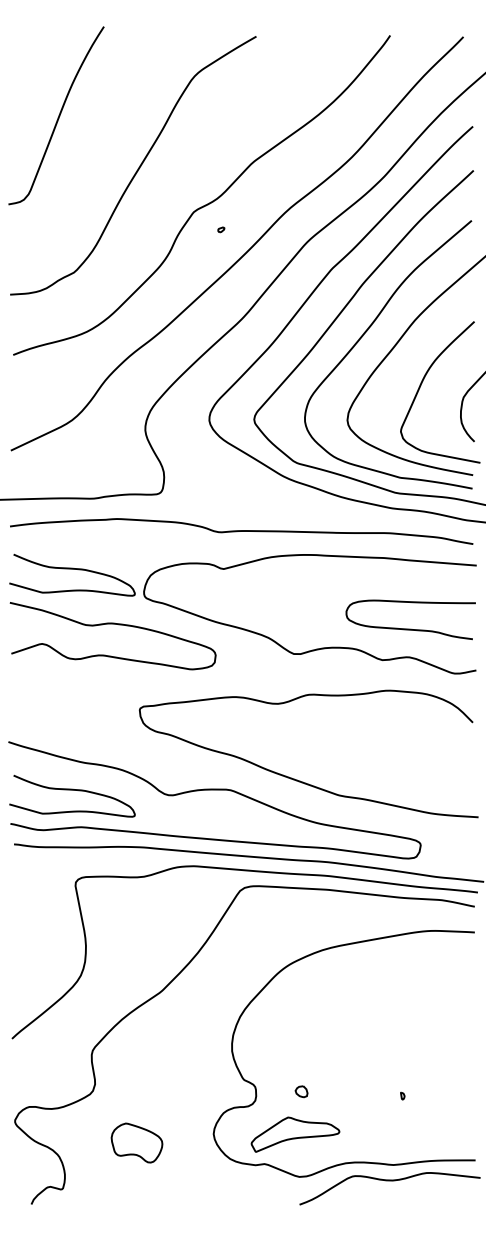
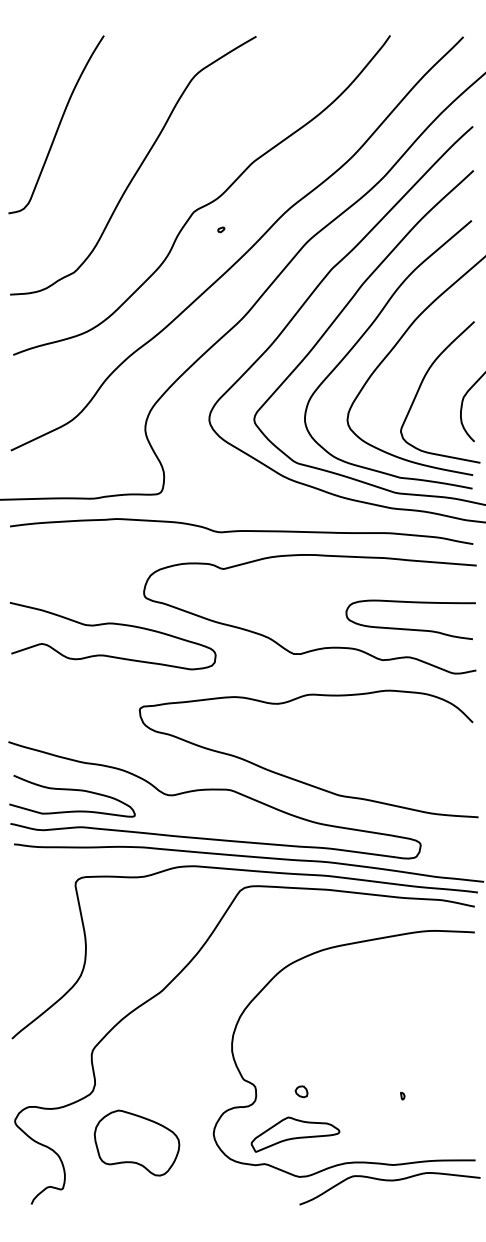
curve at (58, 115) position: (58, 115) -> (58, 124)
curve at (72, 569): present -> none
part at (136, 1142) size: 54x42 px -> 88x68 px
